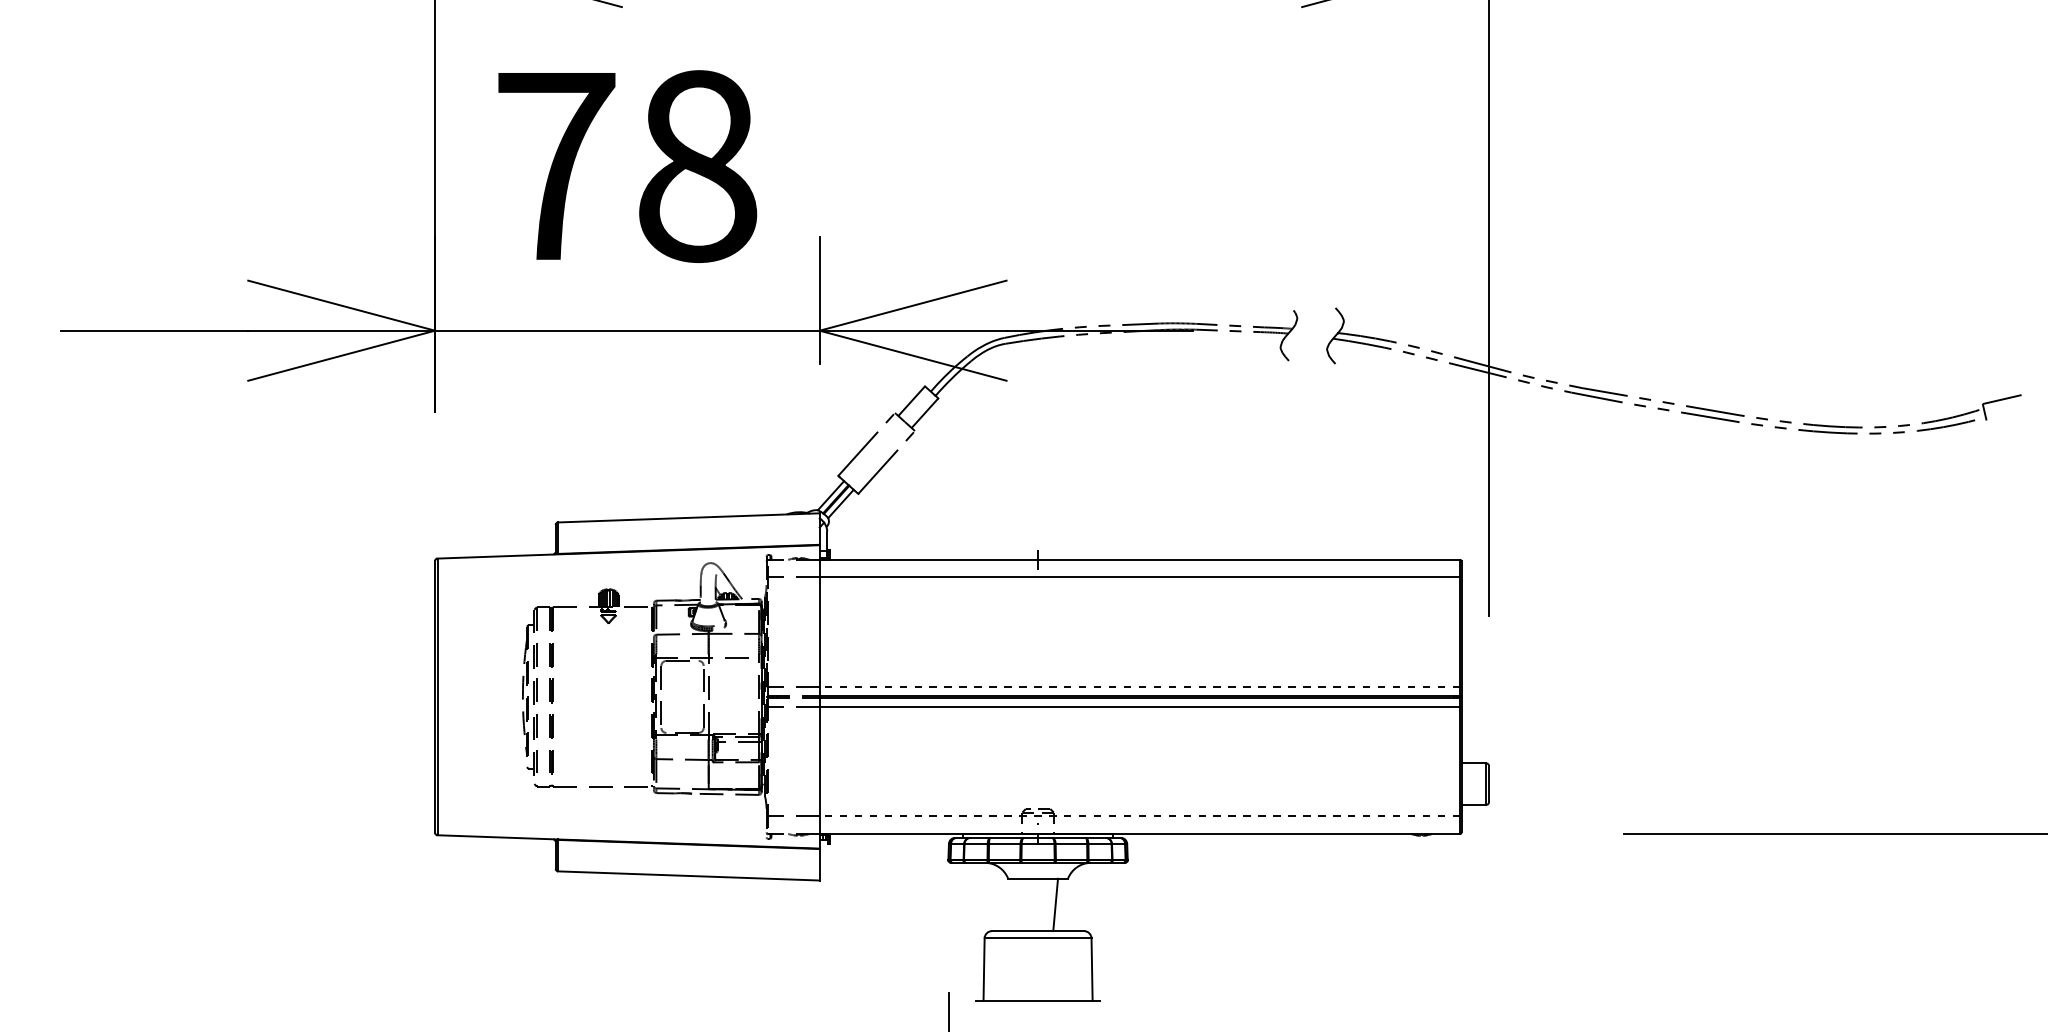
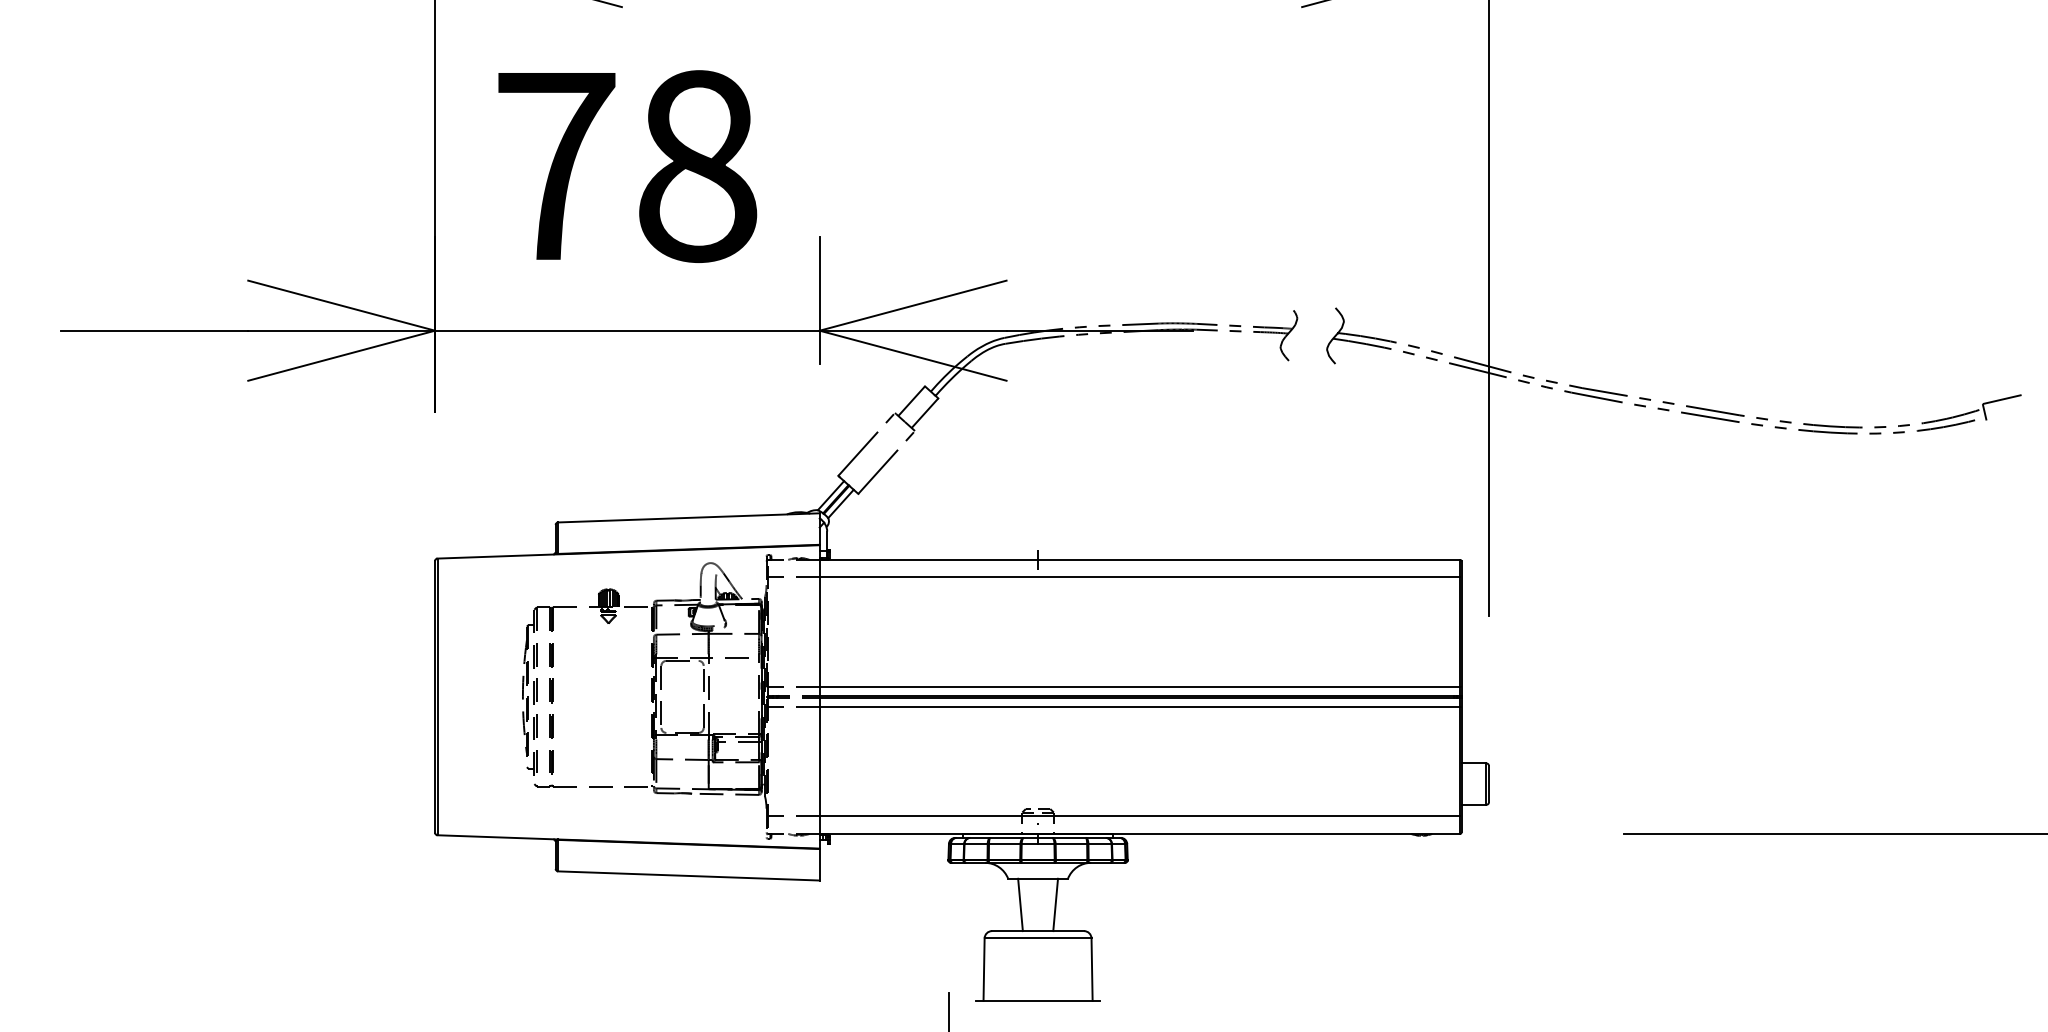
line at (1139, 686): dashed -> solid
line at (1139, 816): dashed -> solid
line at (1020, 904): none -> present
